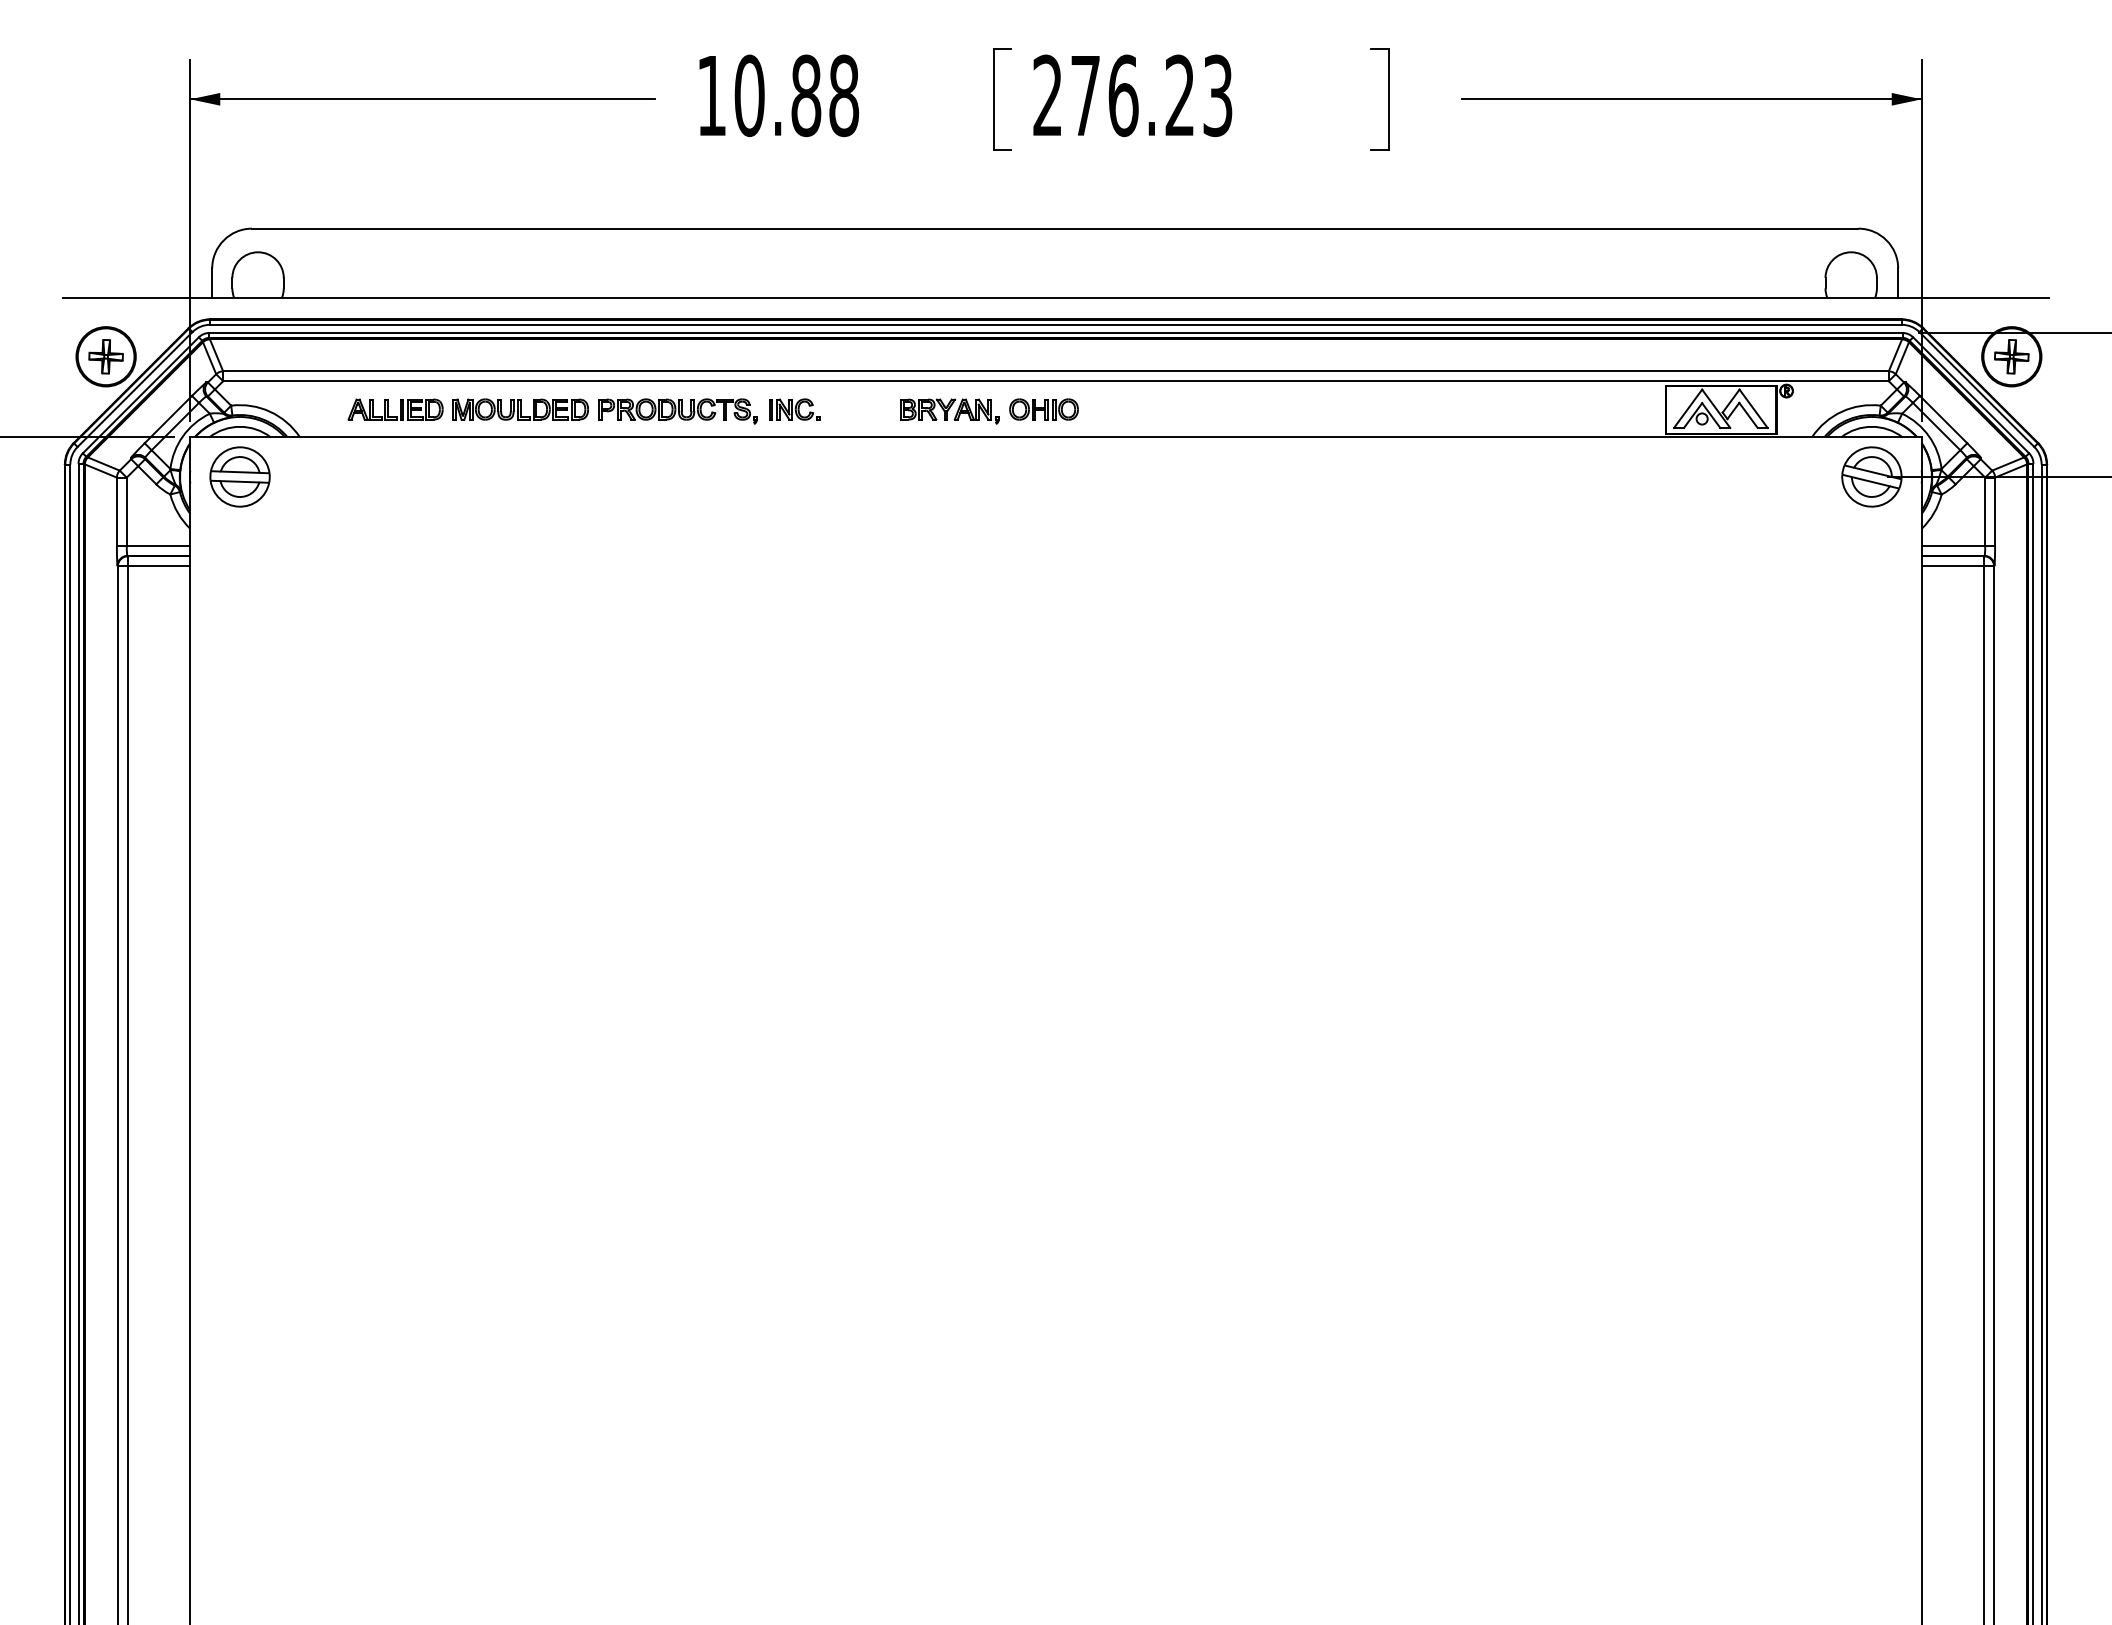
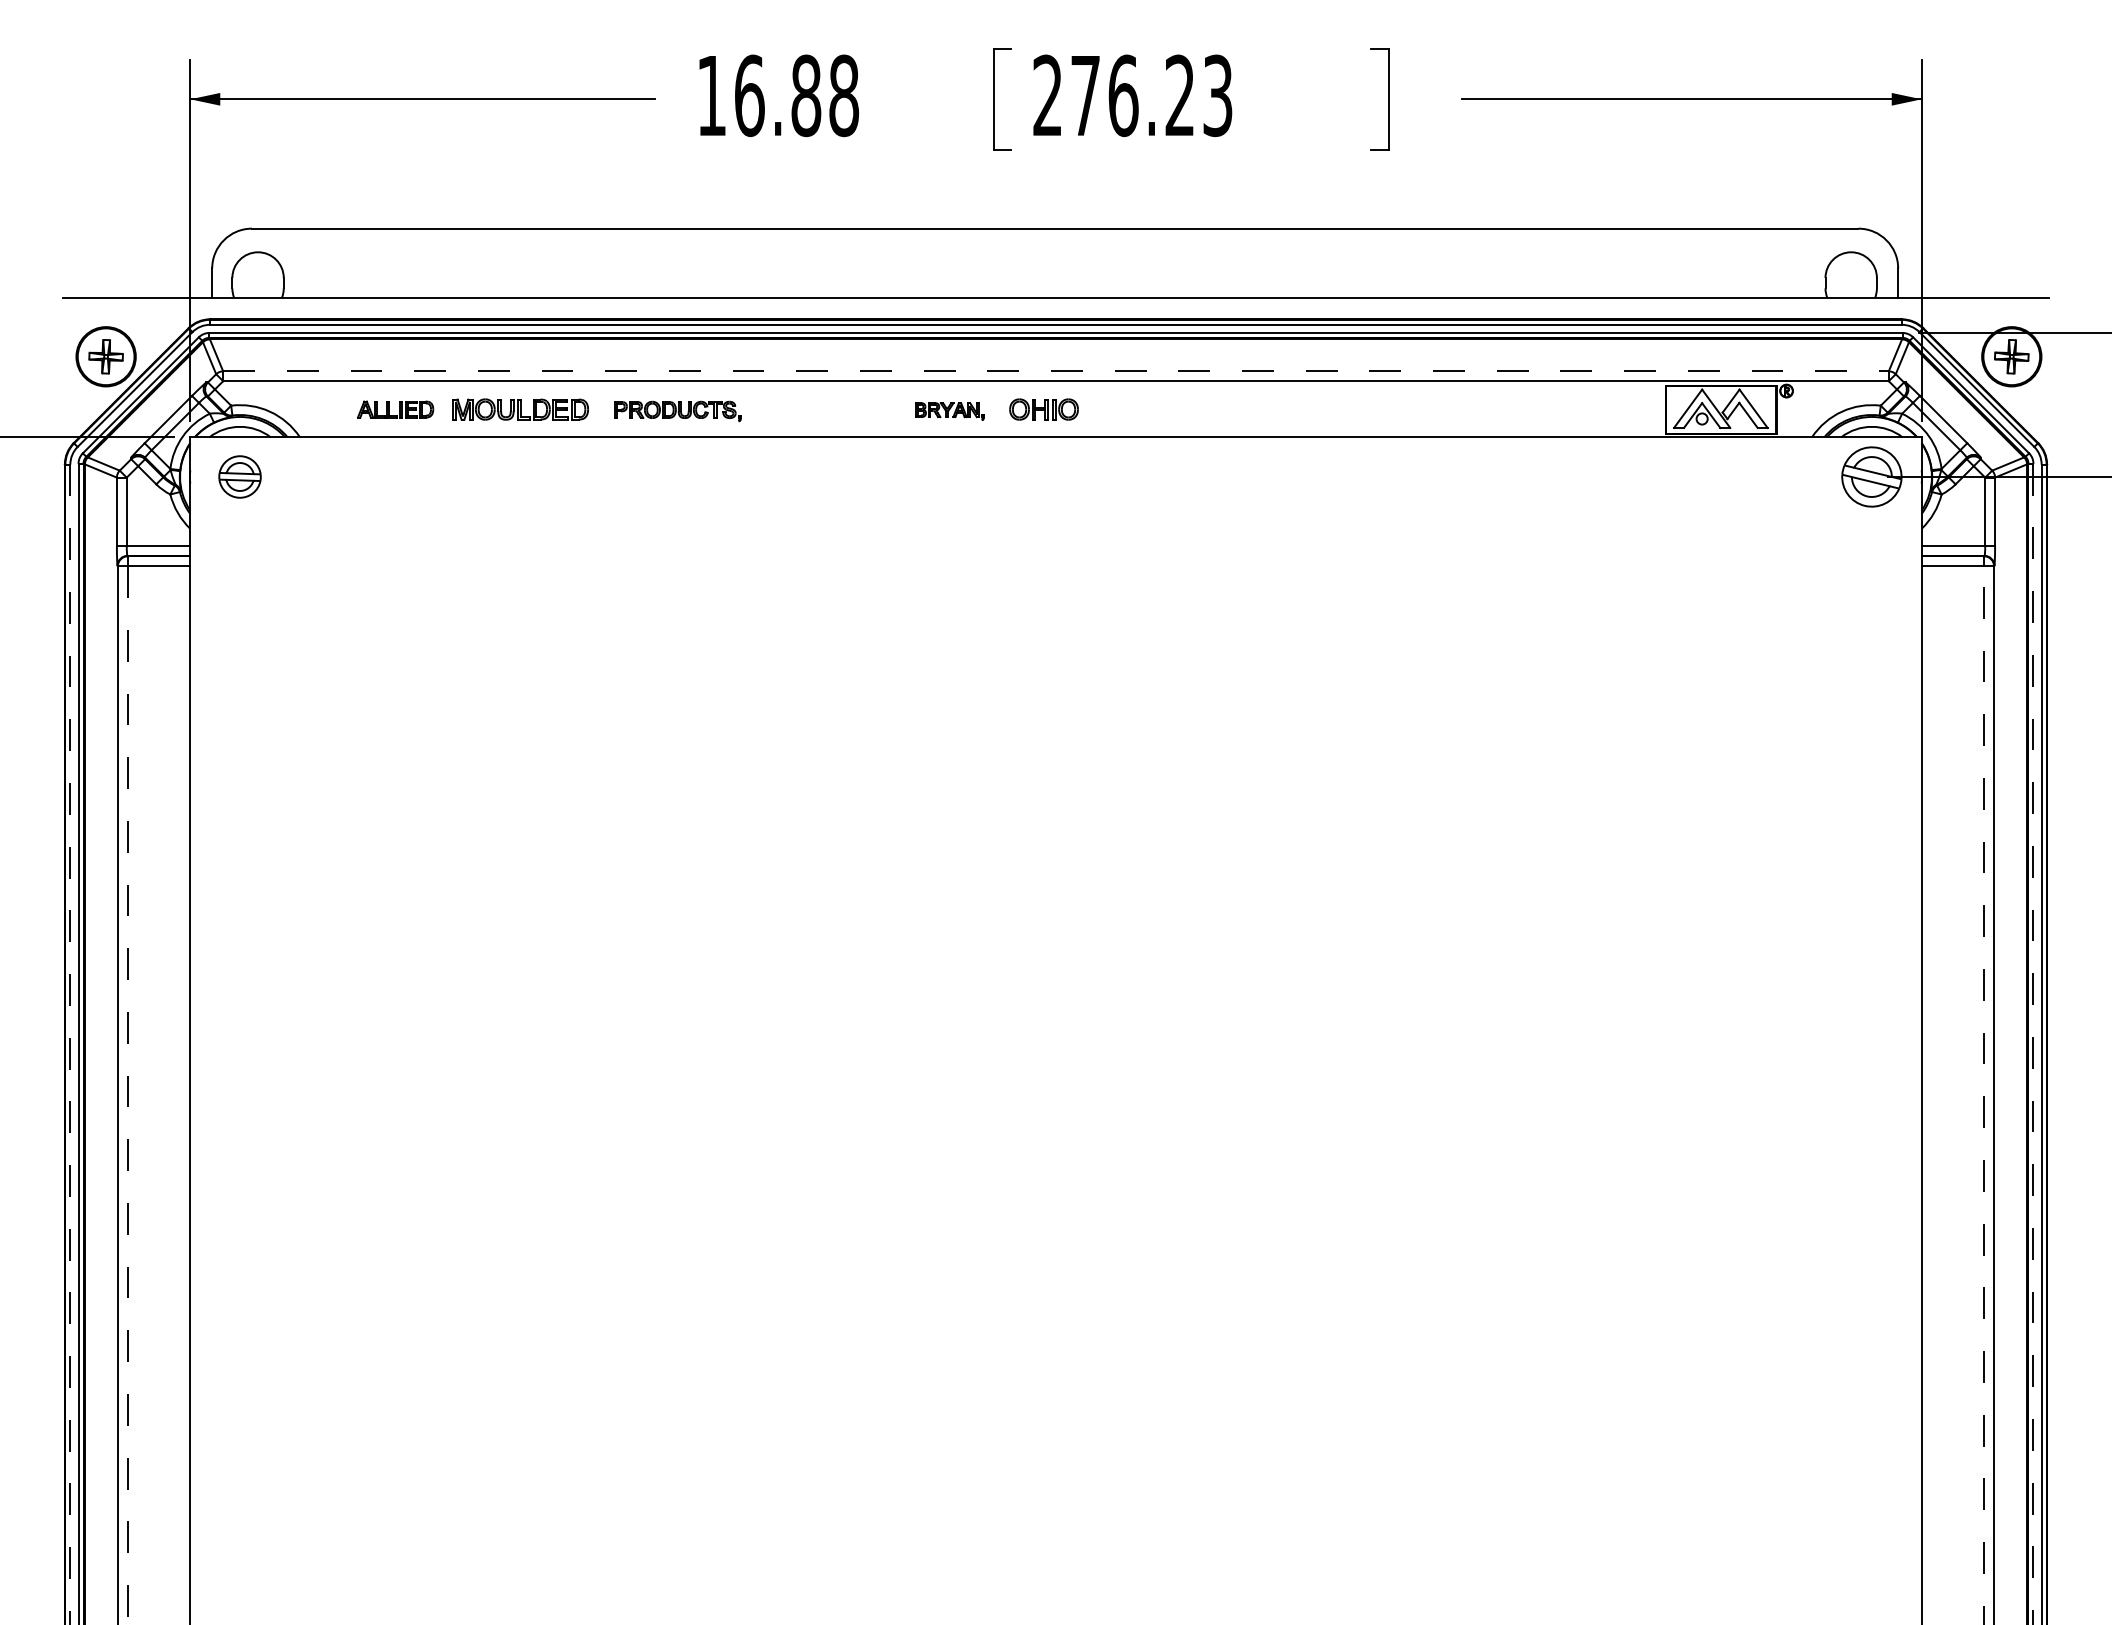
text at (749, 95): 10.88 -> 16.88
line at (1055, 371): solid -> dashed
part at (395, 409) size: 97x23 px -> 78x19 px
part at (794, 409): present -> none
part at (677, 411) size: 160x27 px -> 128x23 px
part at (949, 411) size: 100x27 px -> 70x19 px
part at (239, 476) size: 62x62 px -> 44x44 px
line at (70, 1044): solid -> dashed
line at (2033, 1044): solid -> dashed
line at (127, 1095): solid -> dashed
line at (1984, 1095): solid -> dashed
